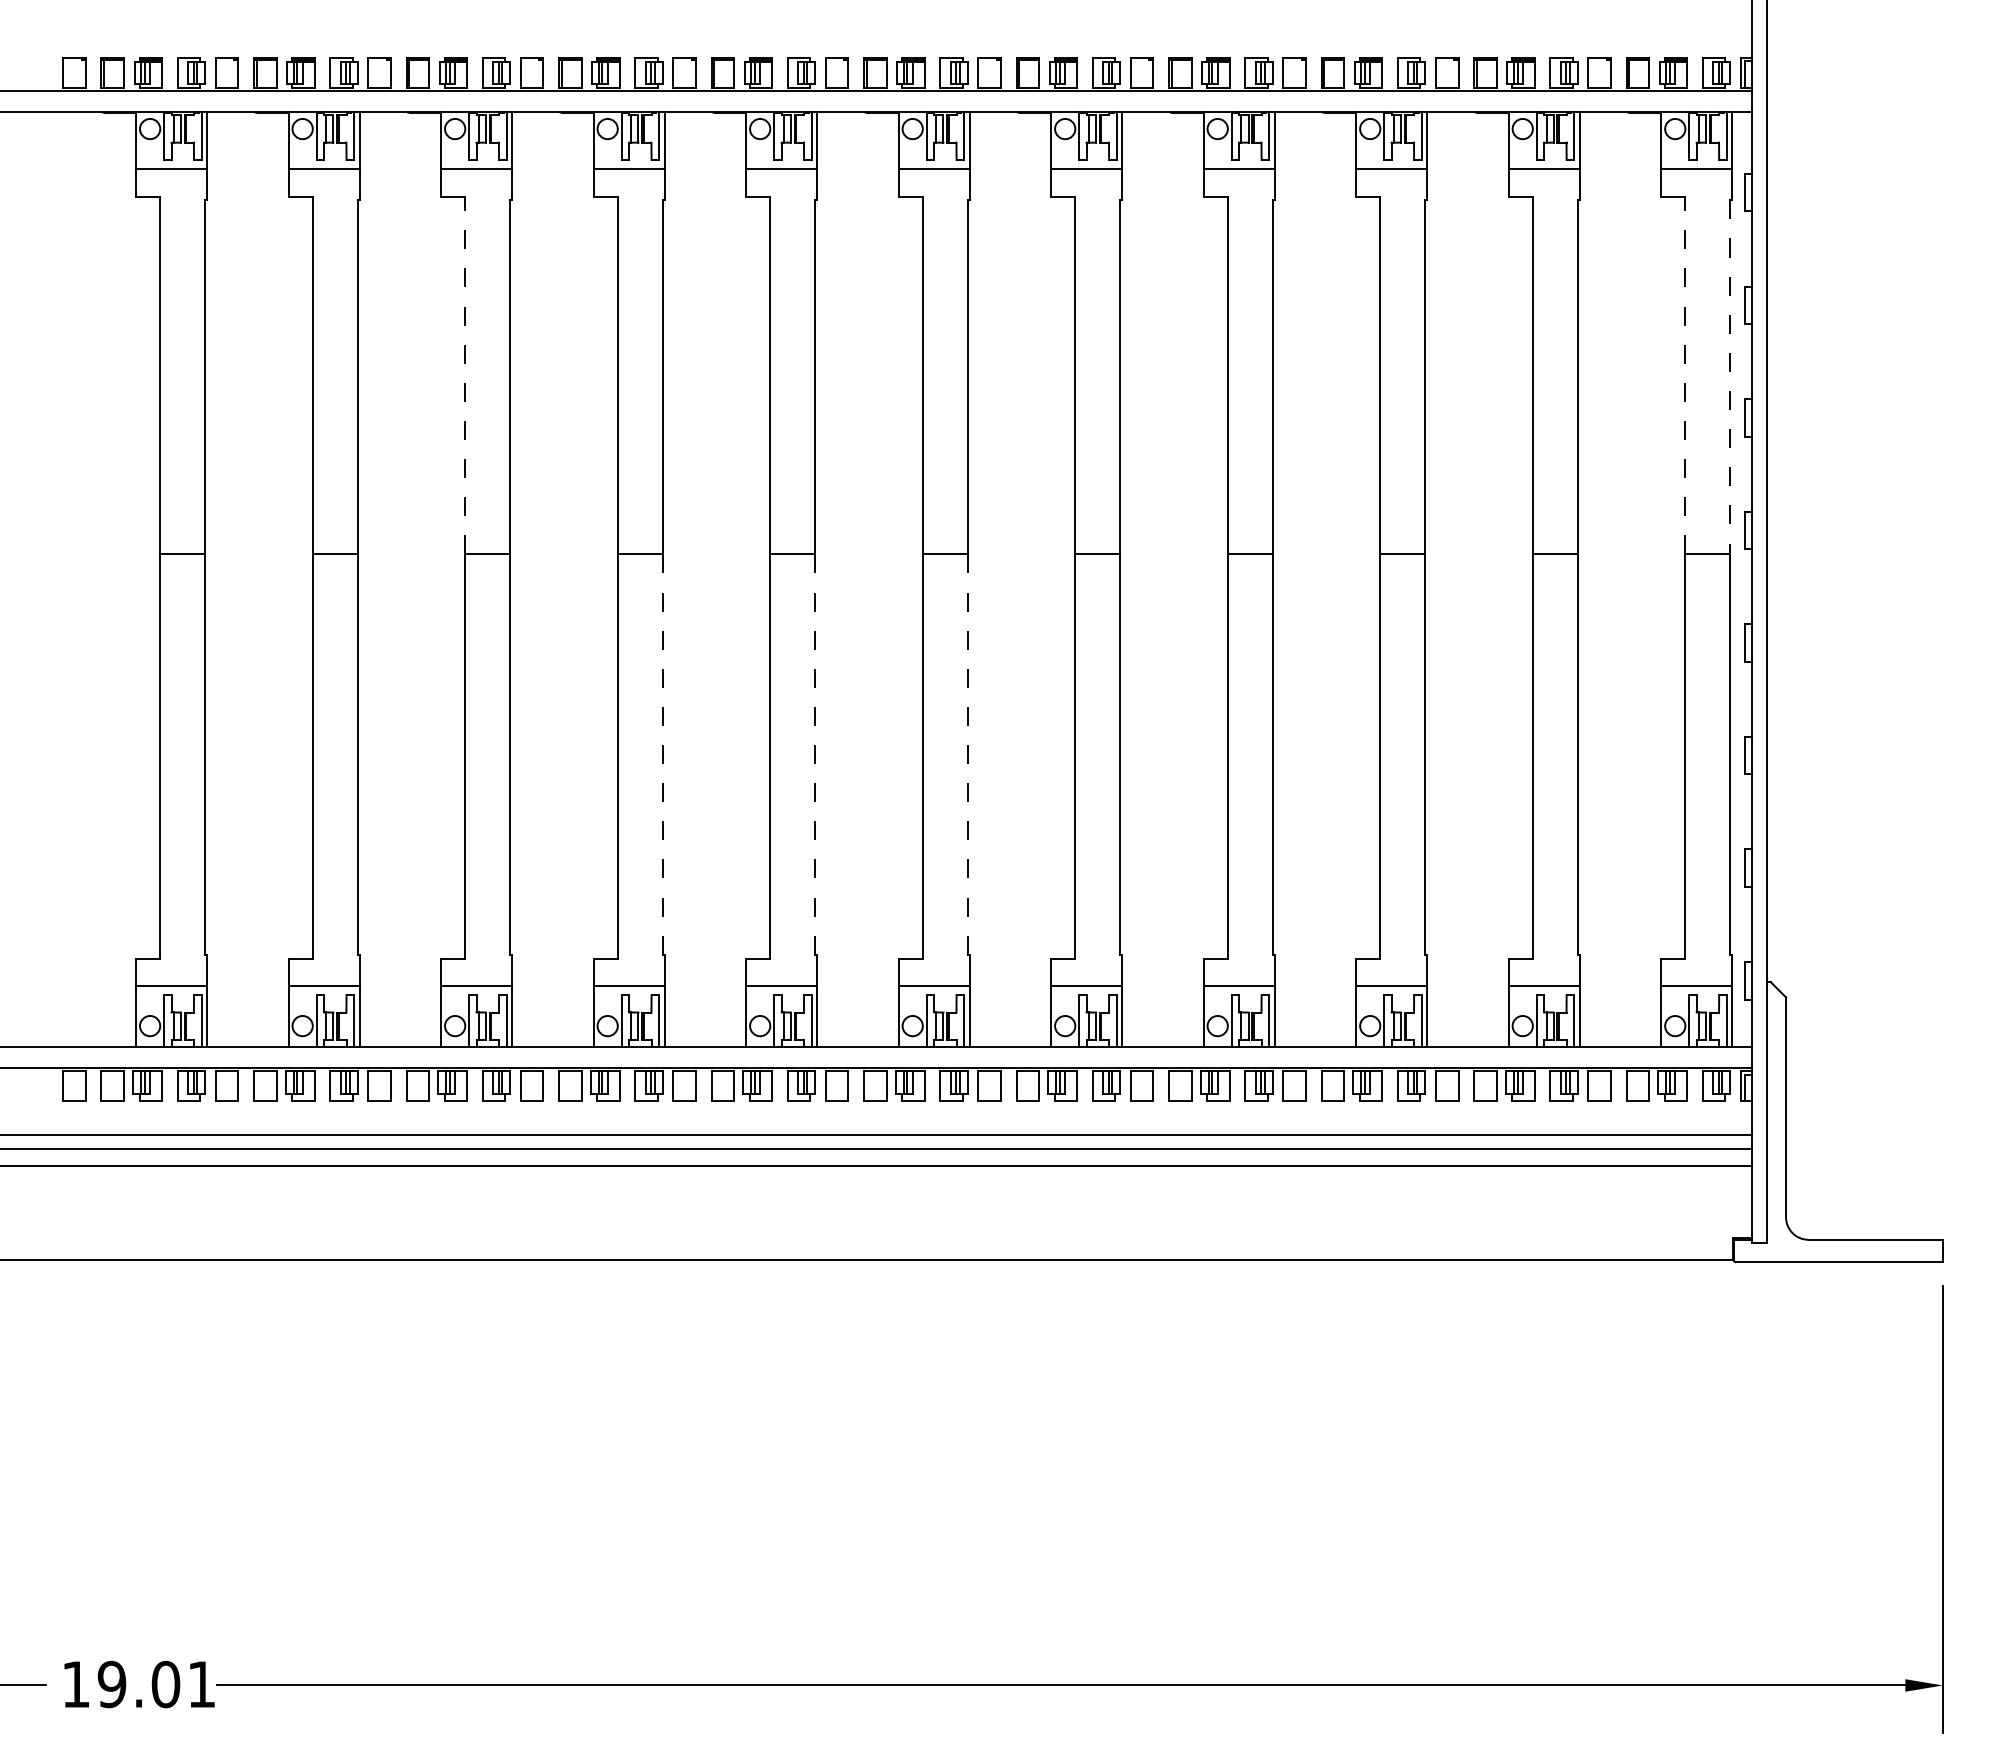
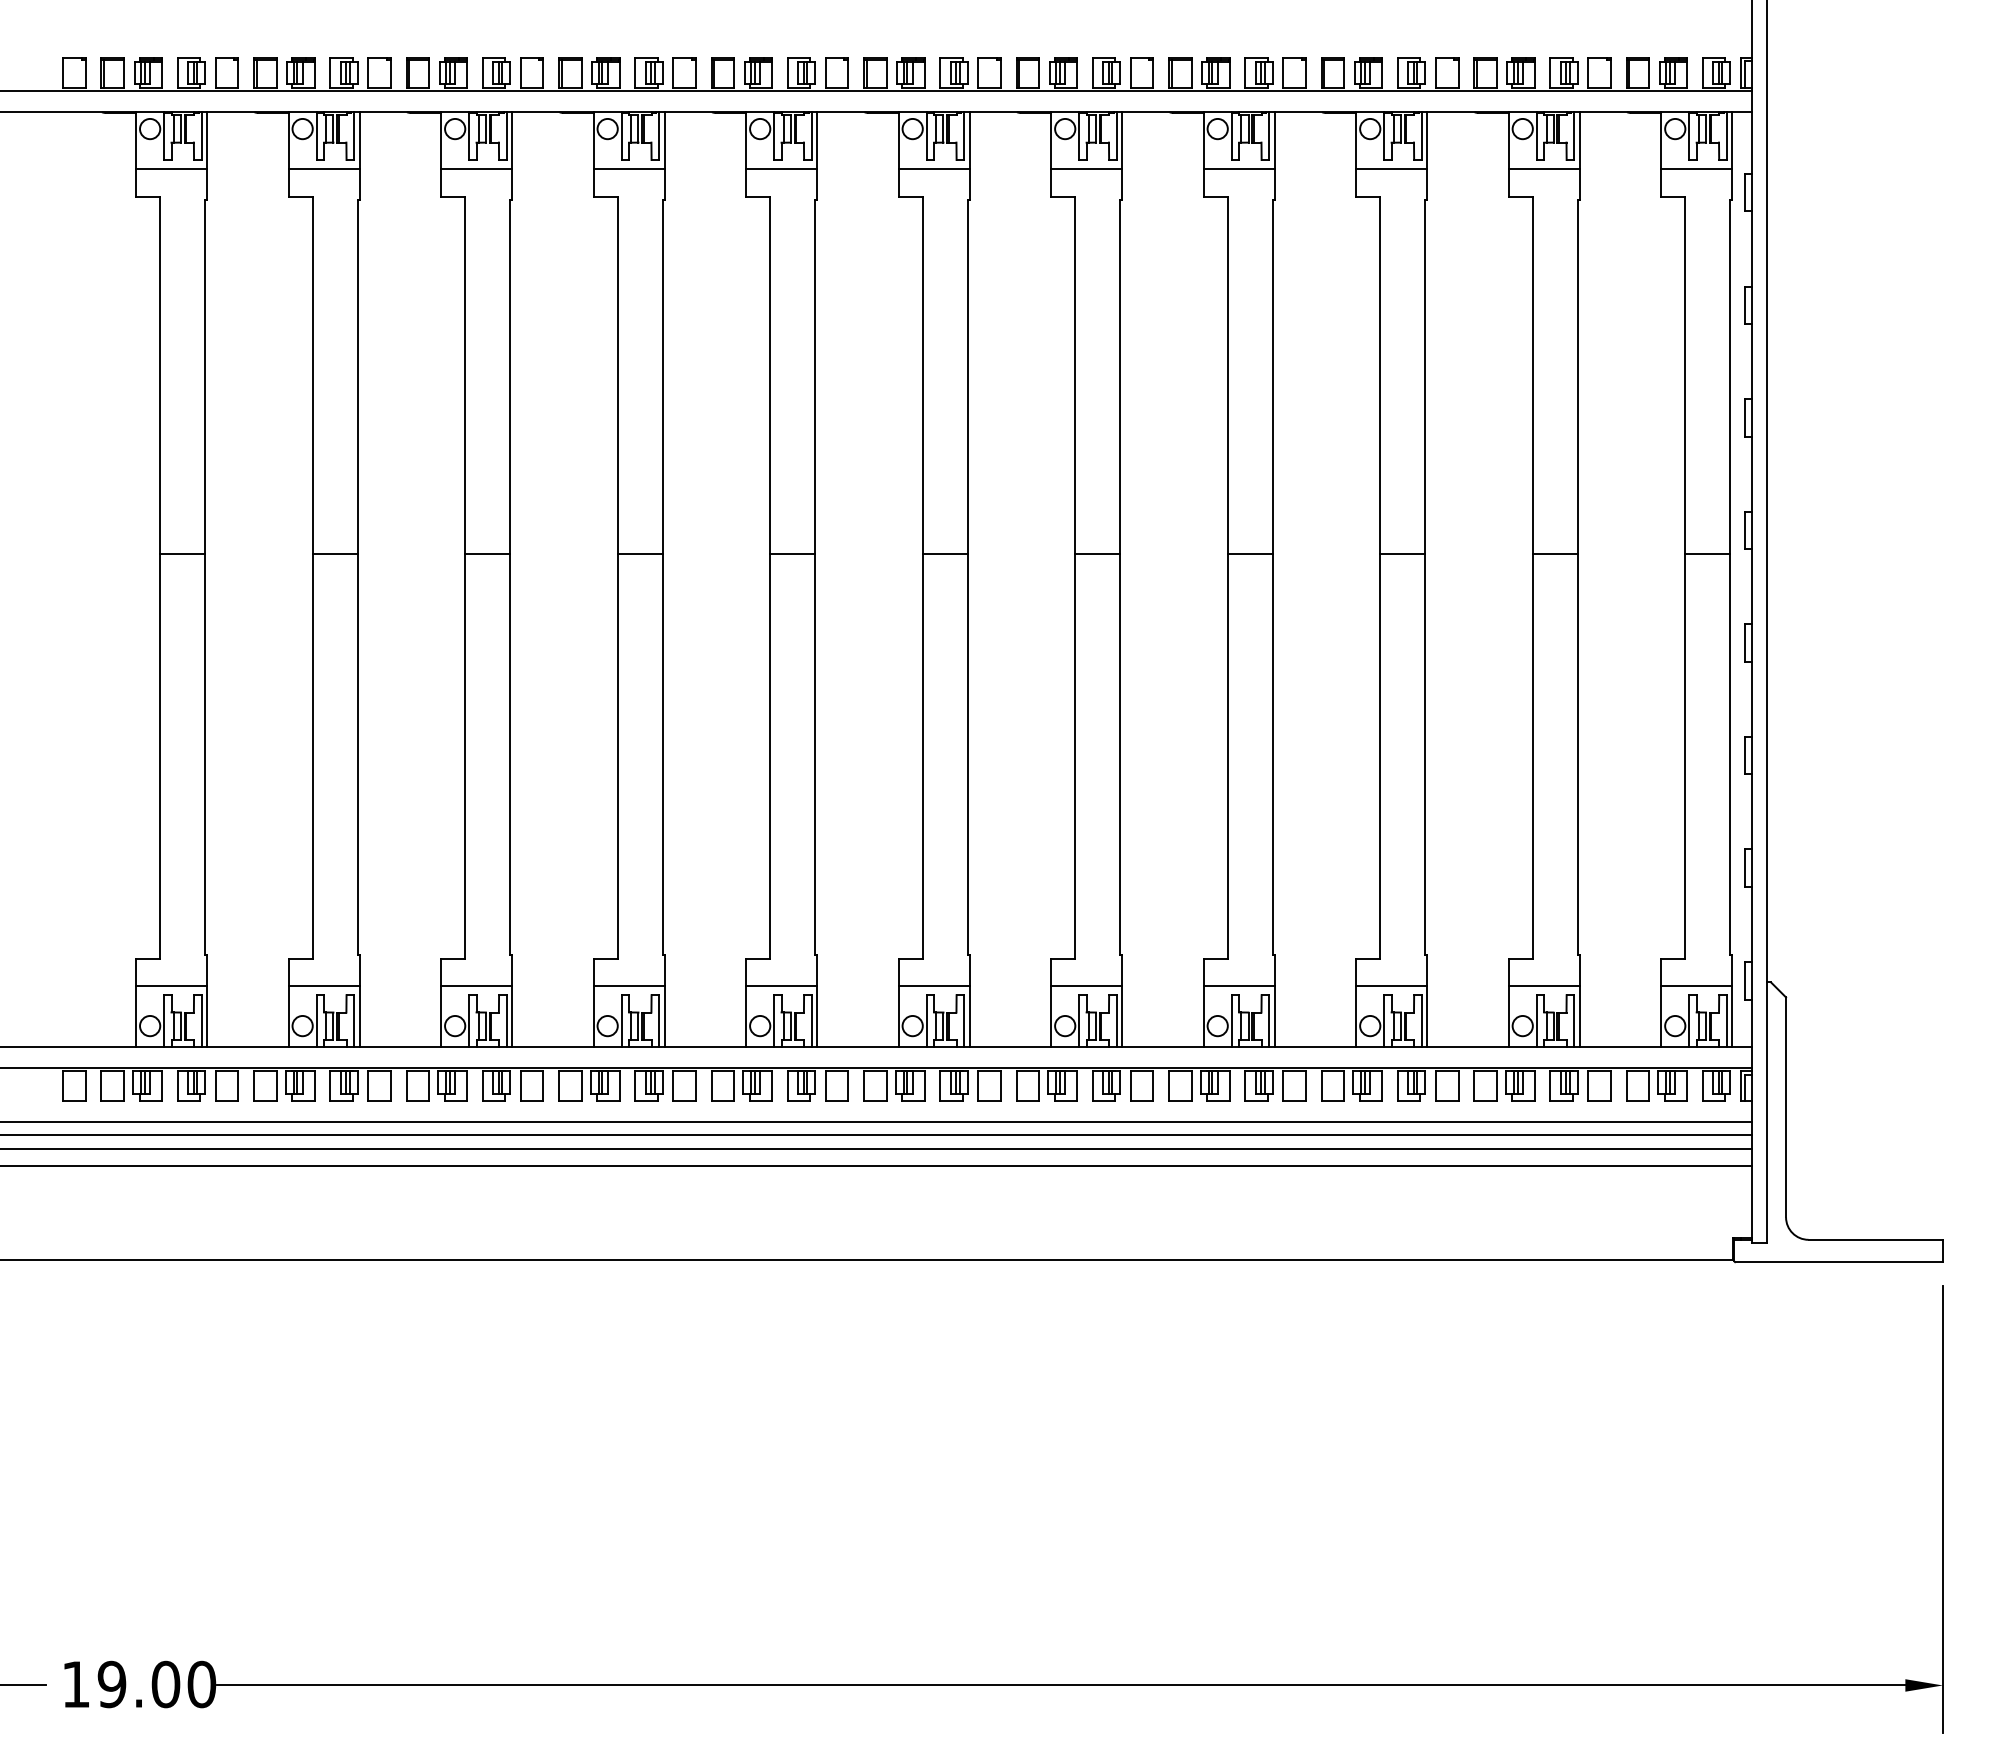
line at (465, 375): dashed -> solid
line at (1685, 375): dashed -> solid
line at (1730, 377): dashed -> solid
line at (662, 755): dashed -> solid
line at (815, 755): dashed -> solid
line at (967, 755): dashed -> solid
line at (877, 1121): none -> present
text at (201, 1684): 19.01 -> 19.00
